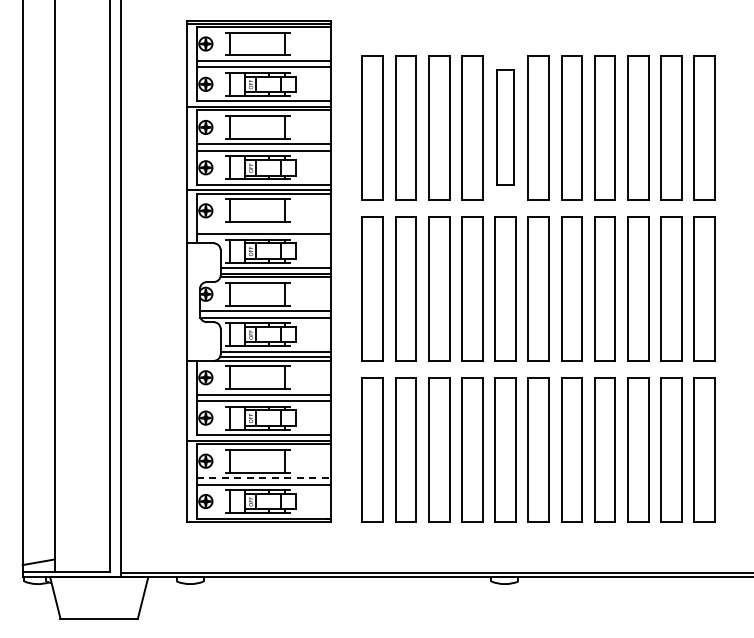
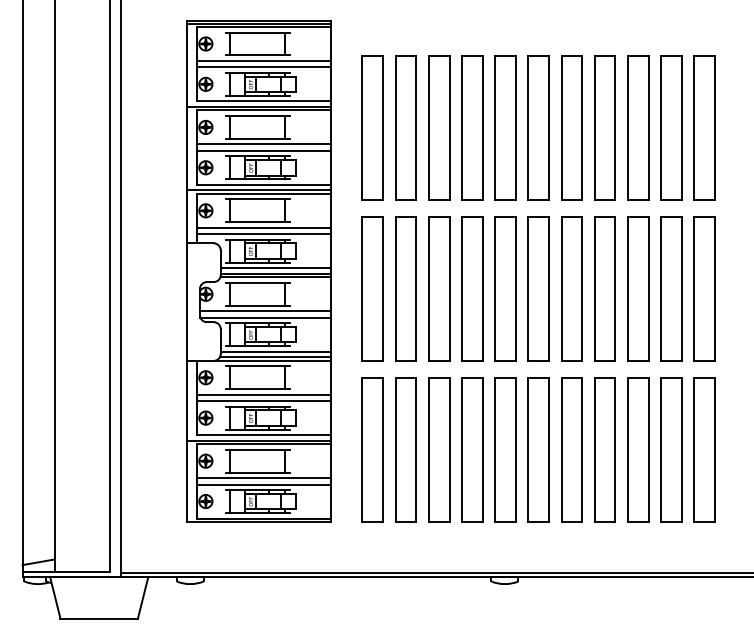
part at (505, 127) size: 19x117 px -> 23x146 px
line at (263, 227): none -> present
line at (264, 478): dashed -> solid
